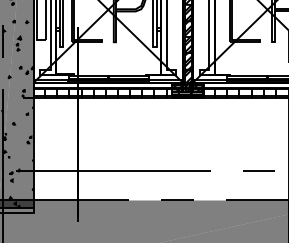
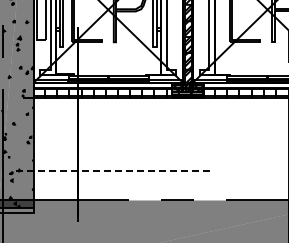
line at (113, 170): solid -> dashed
line at (258, 170): present -> none
